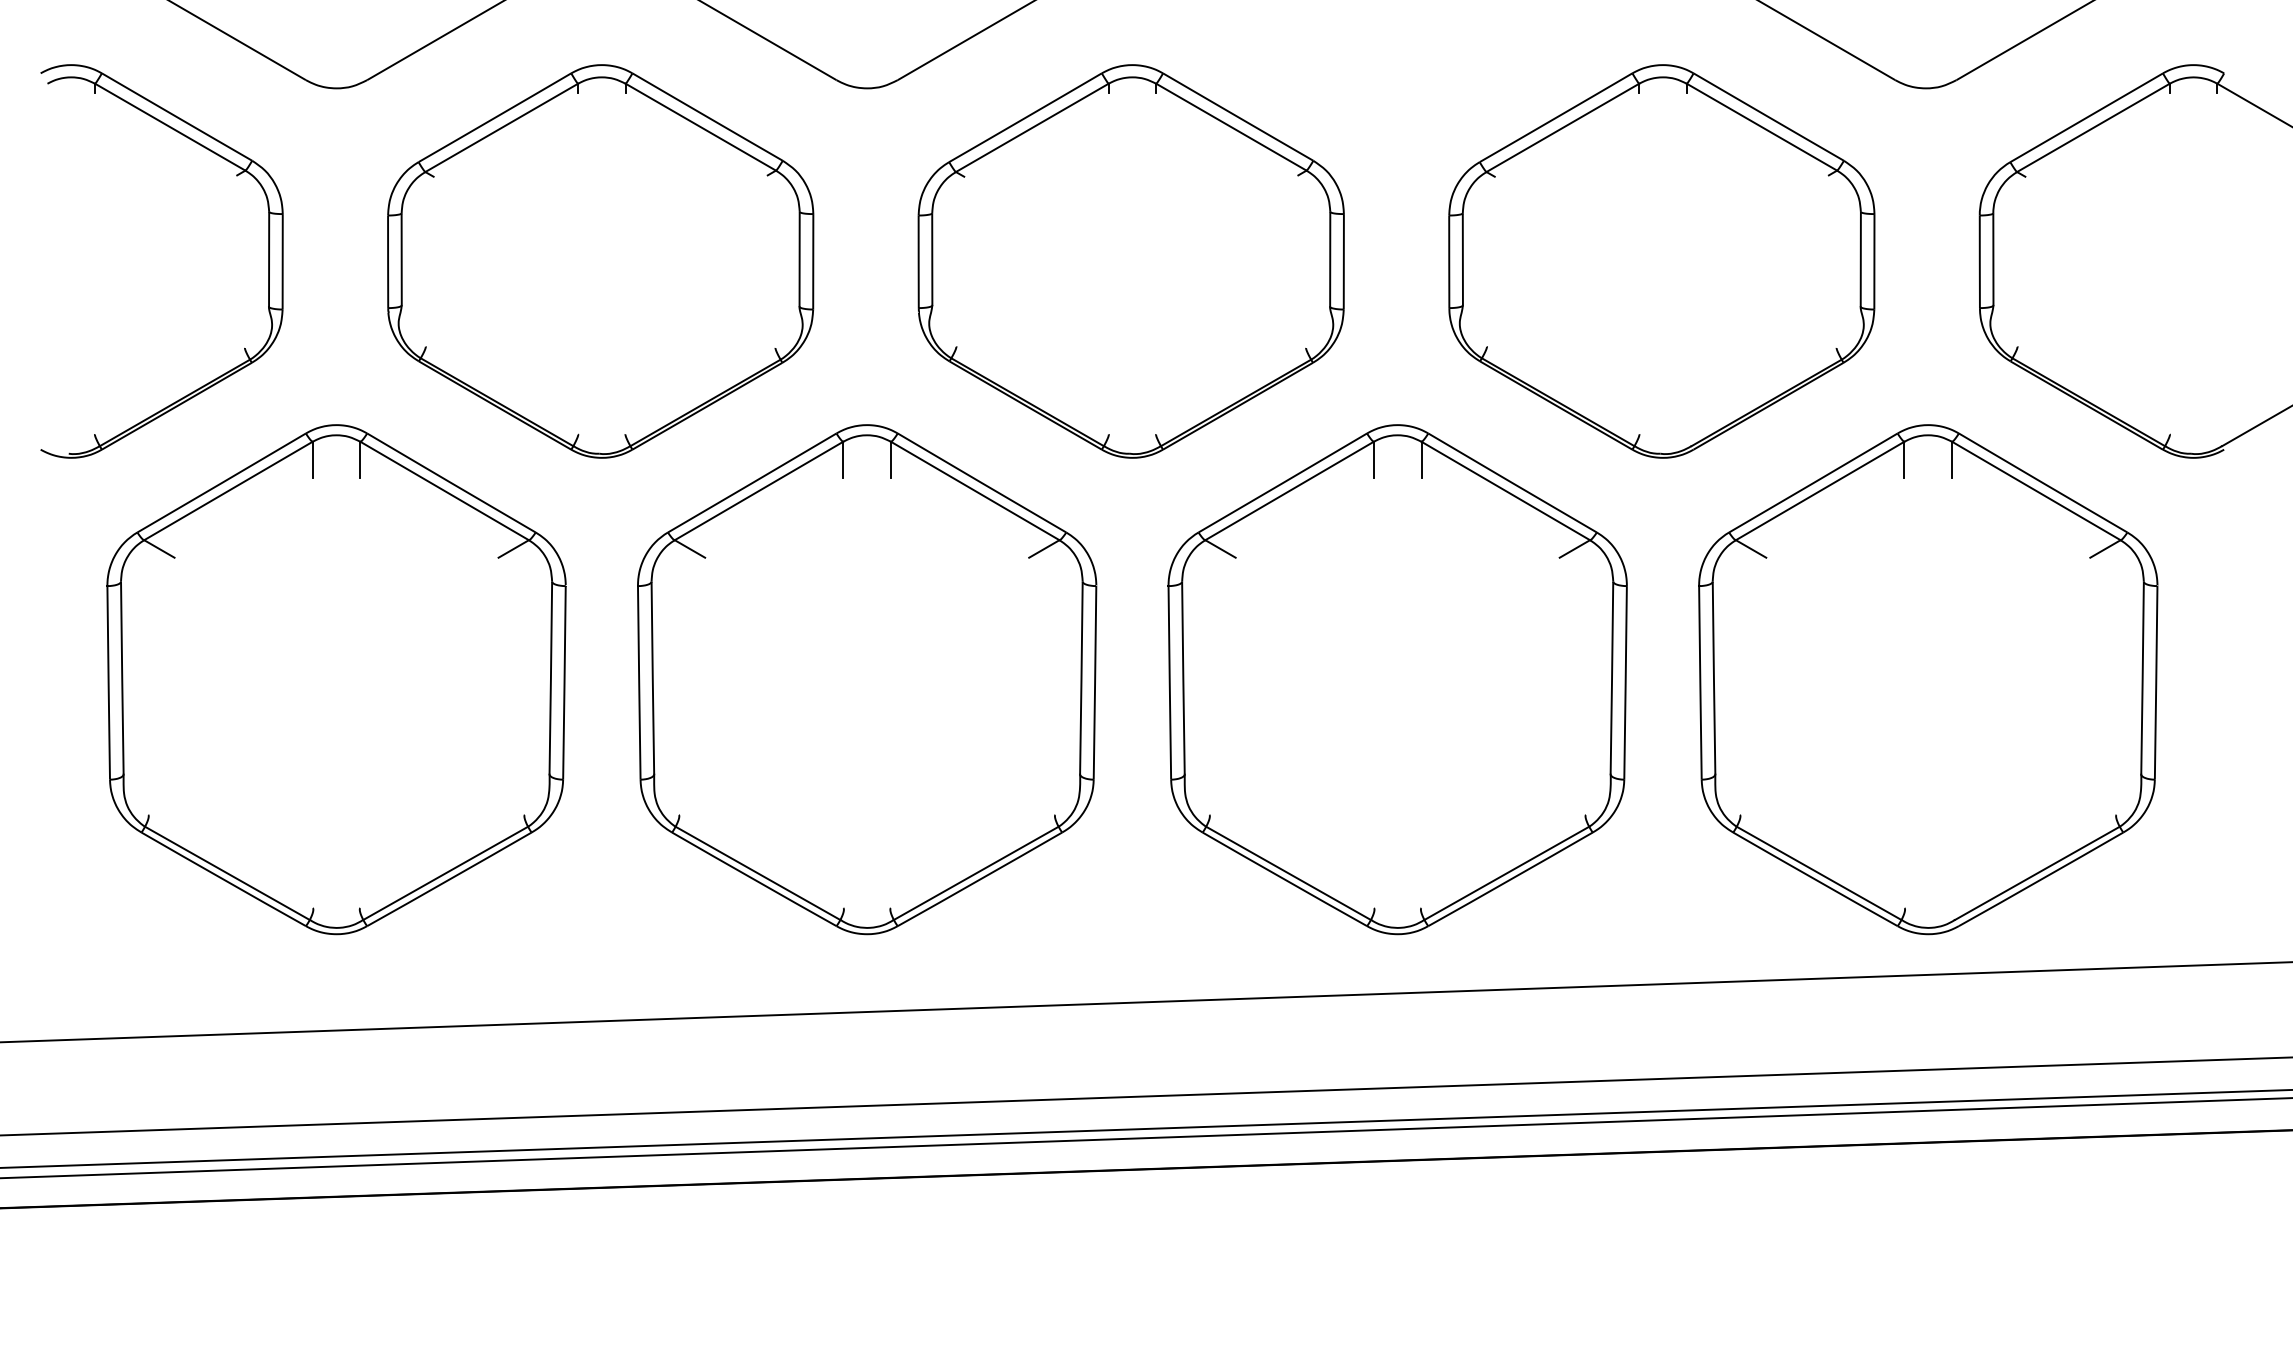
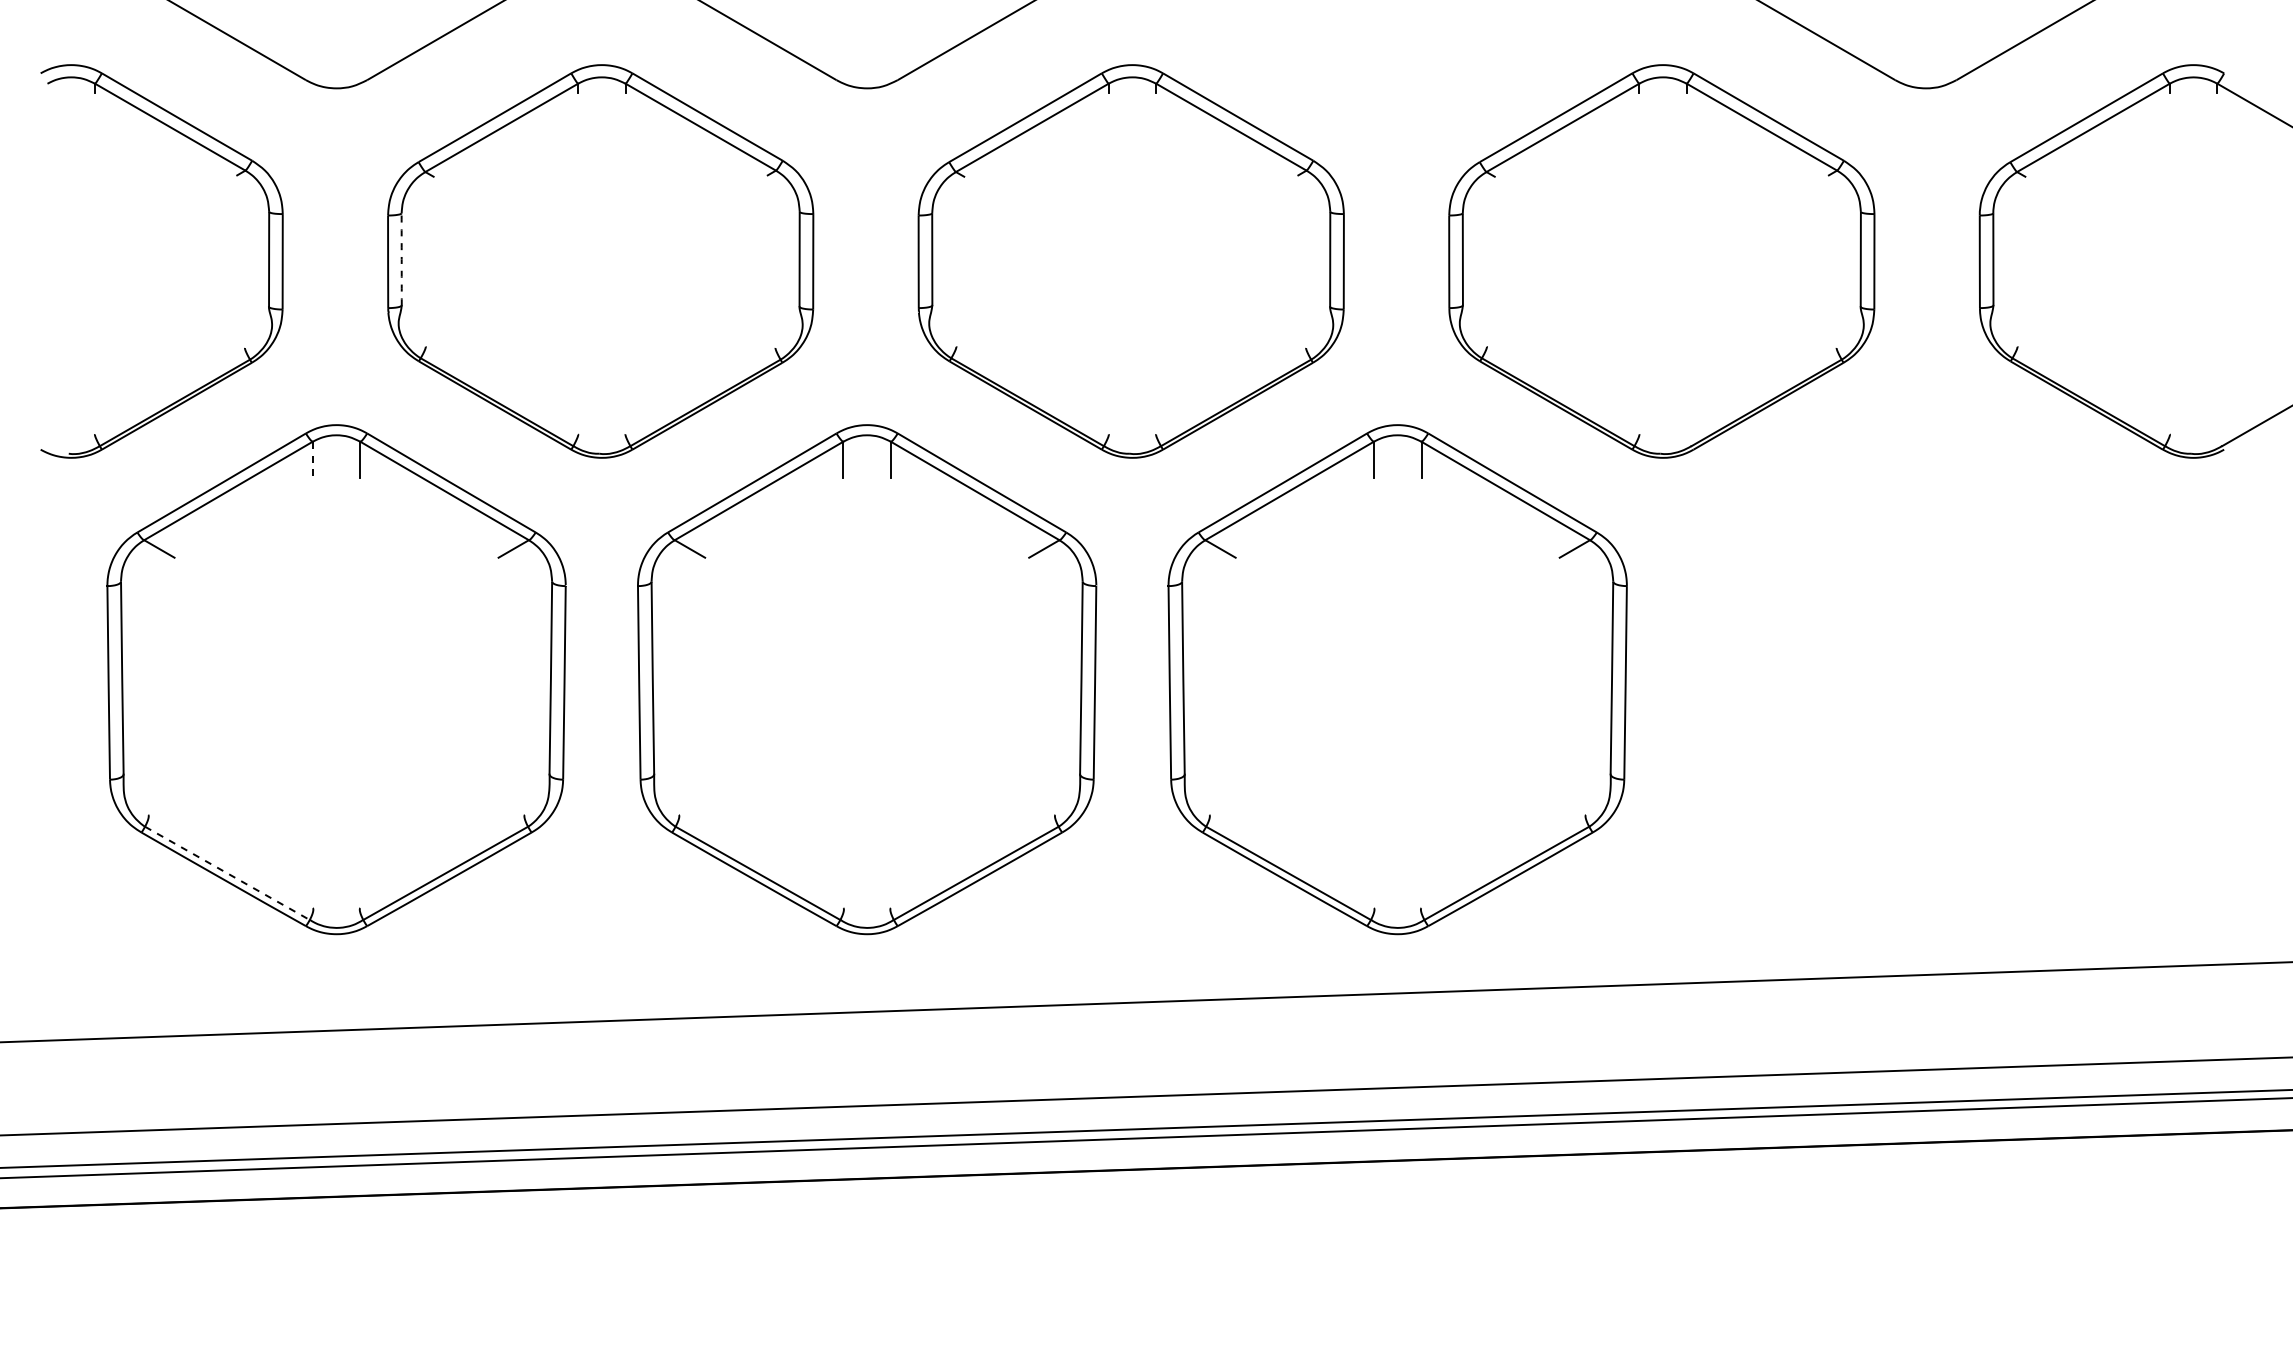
arc at (401, 258): solid -> dashed
line at (312, 460): solid -> dashed
part at (1928, 679): present -> none
line at (227, 873): solid -> dashed
